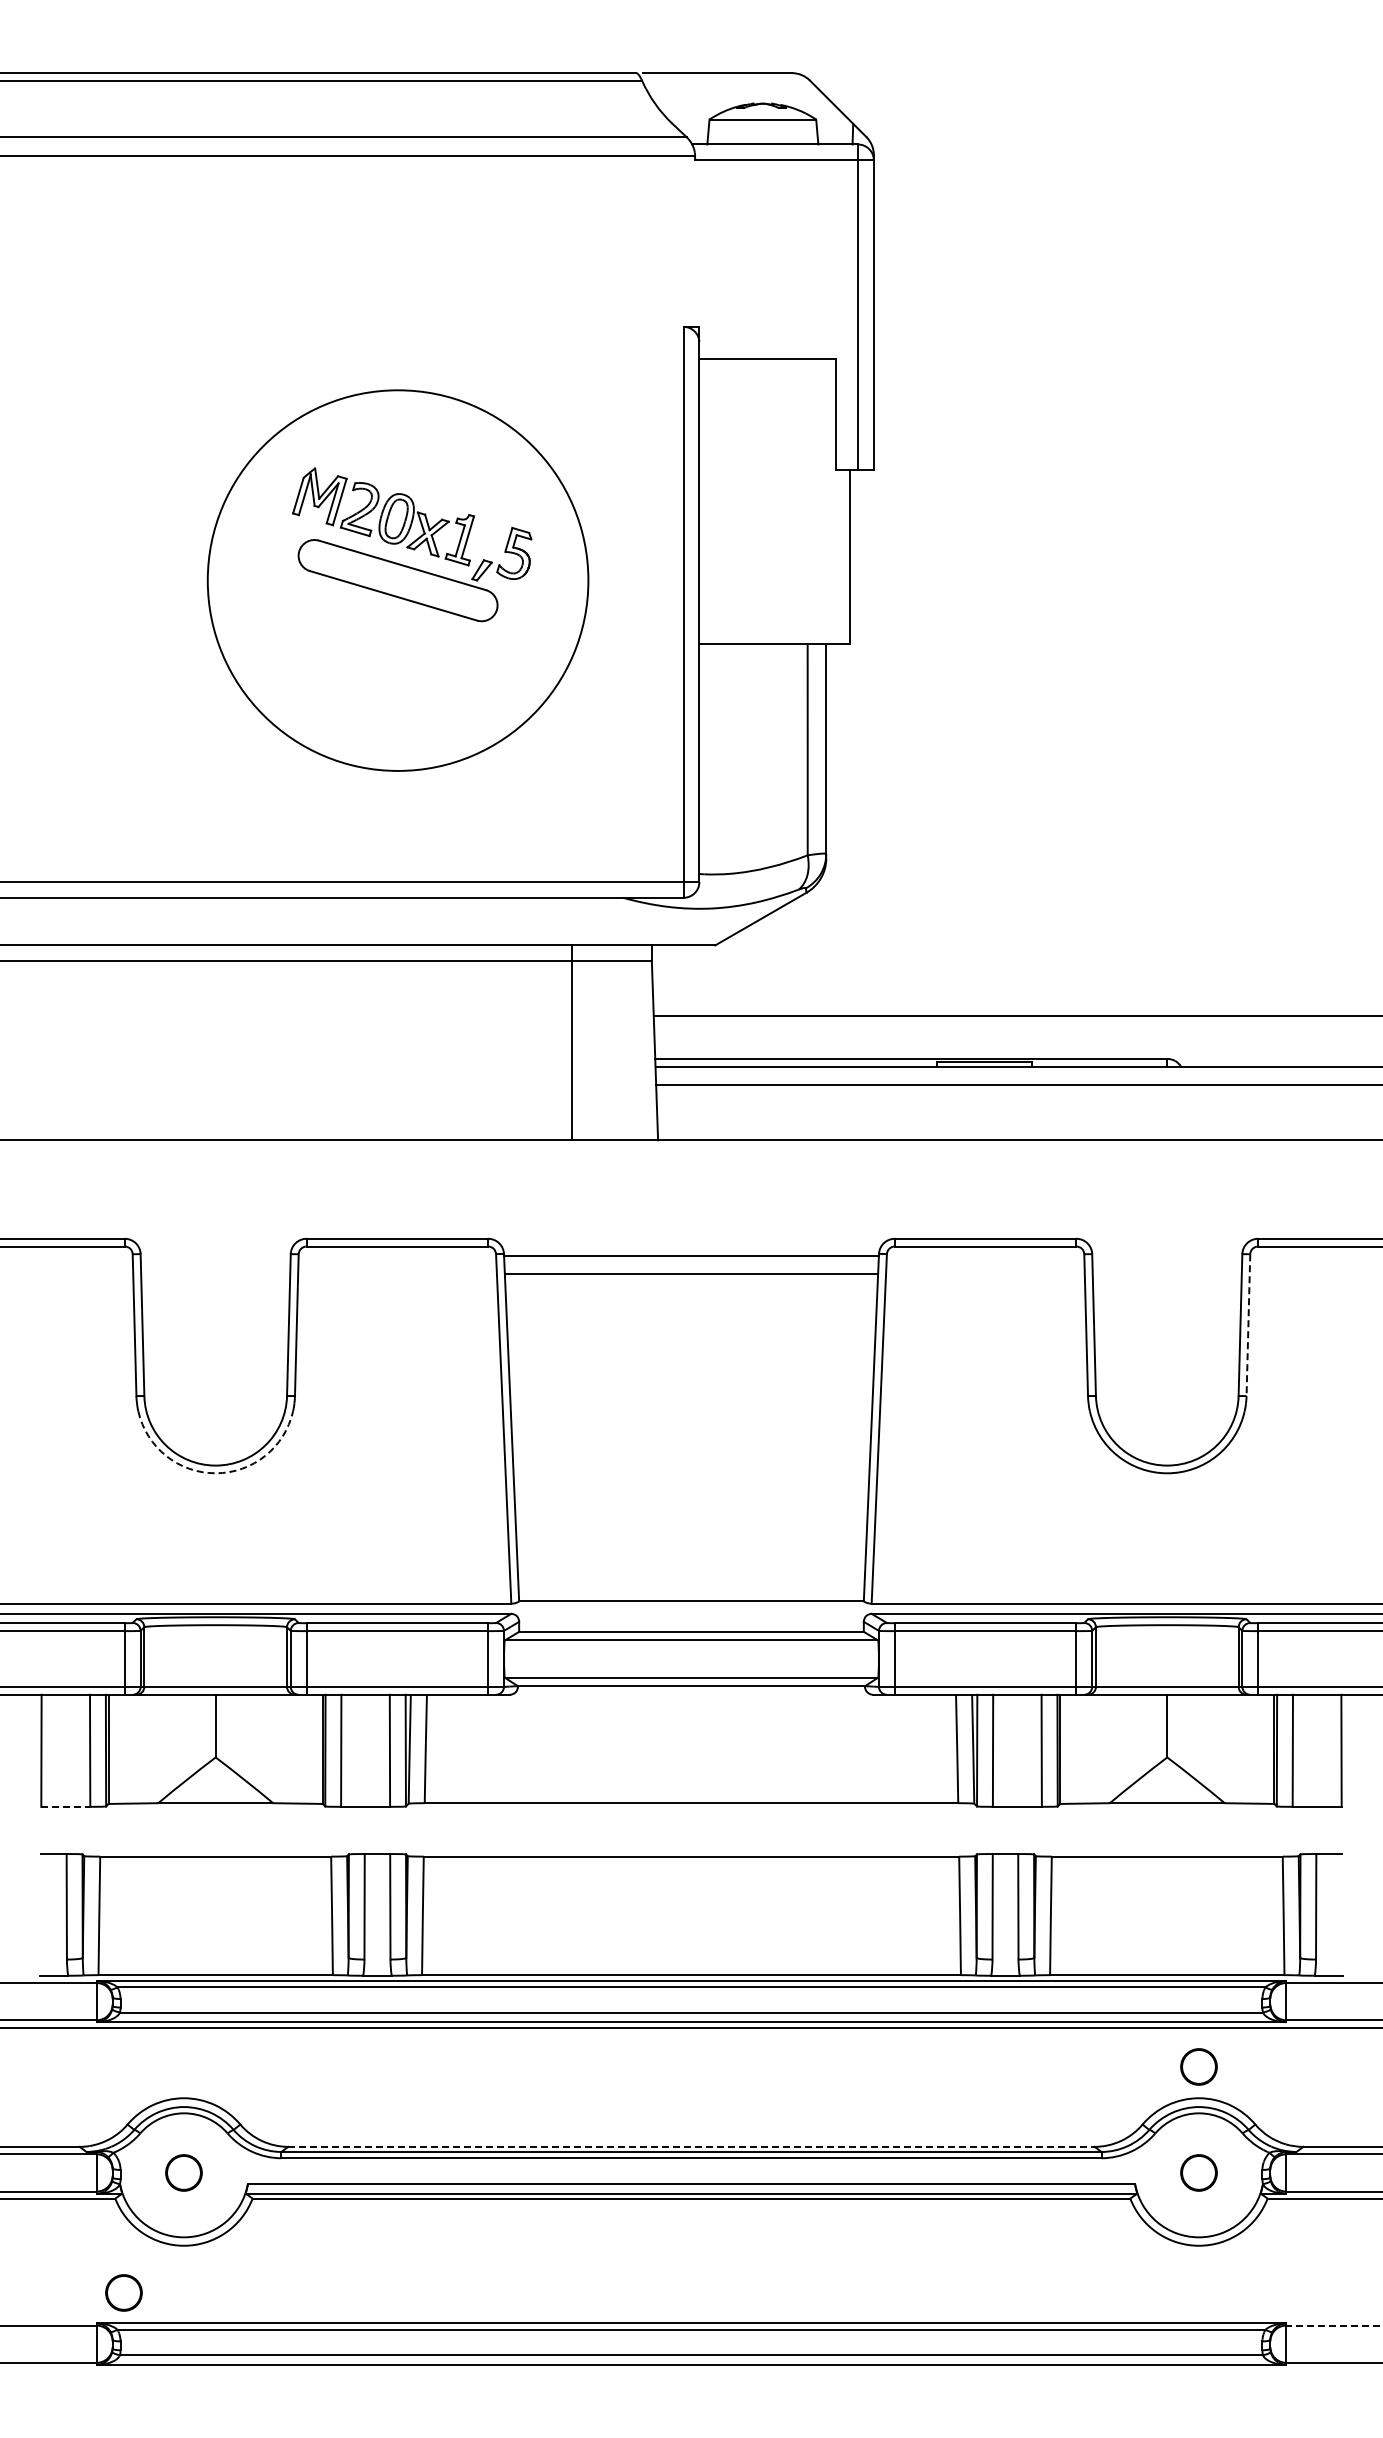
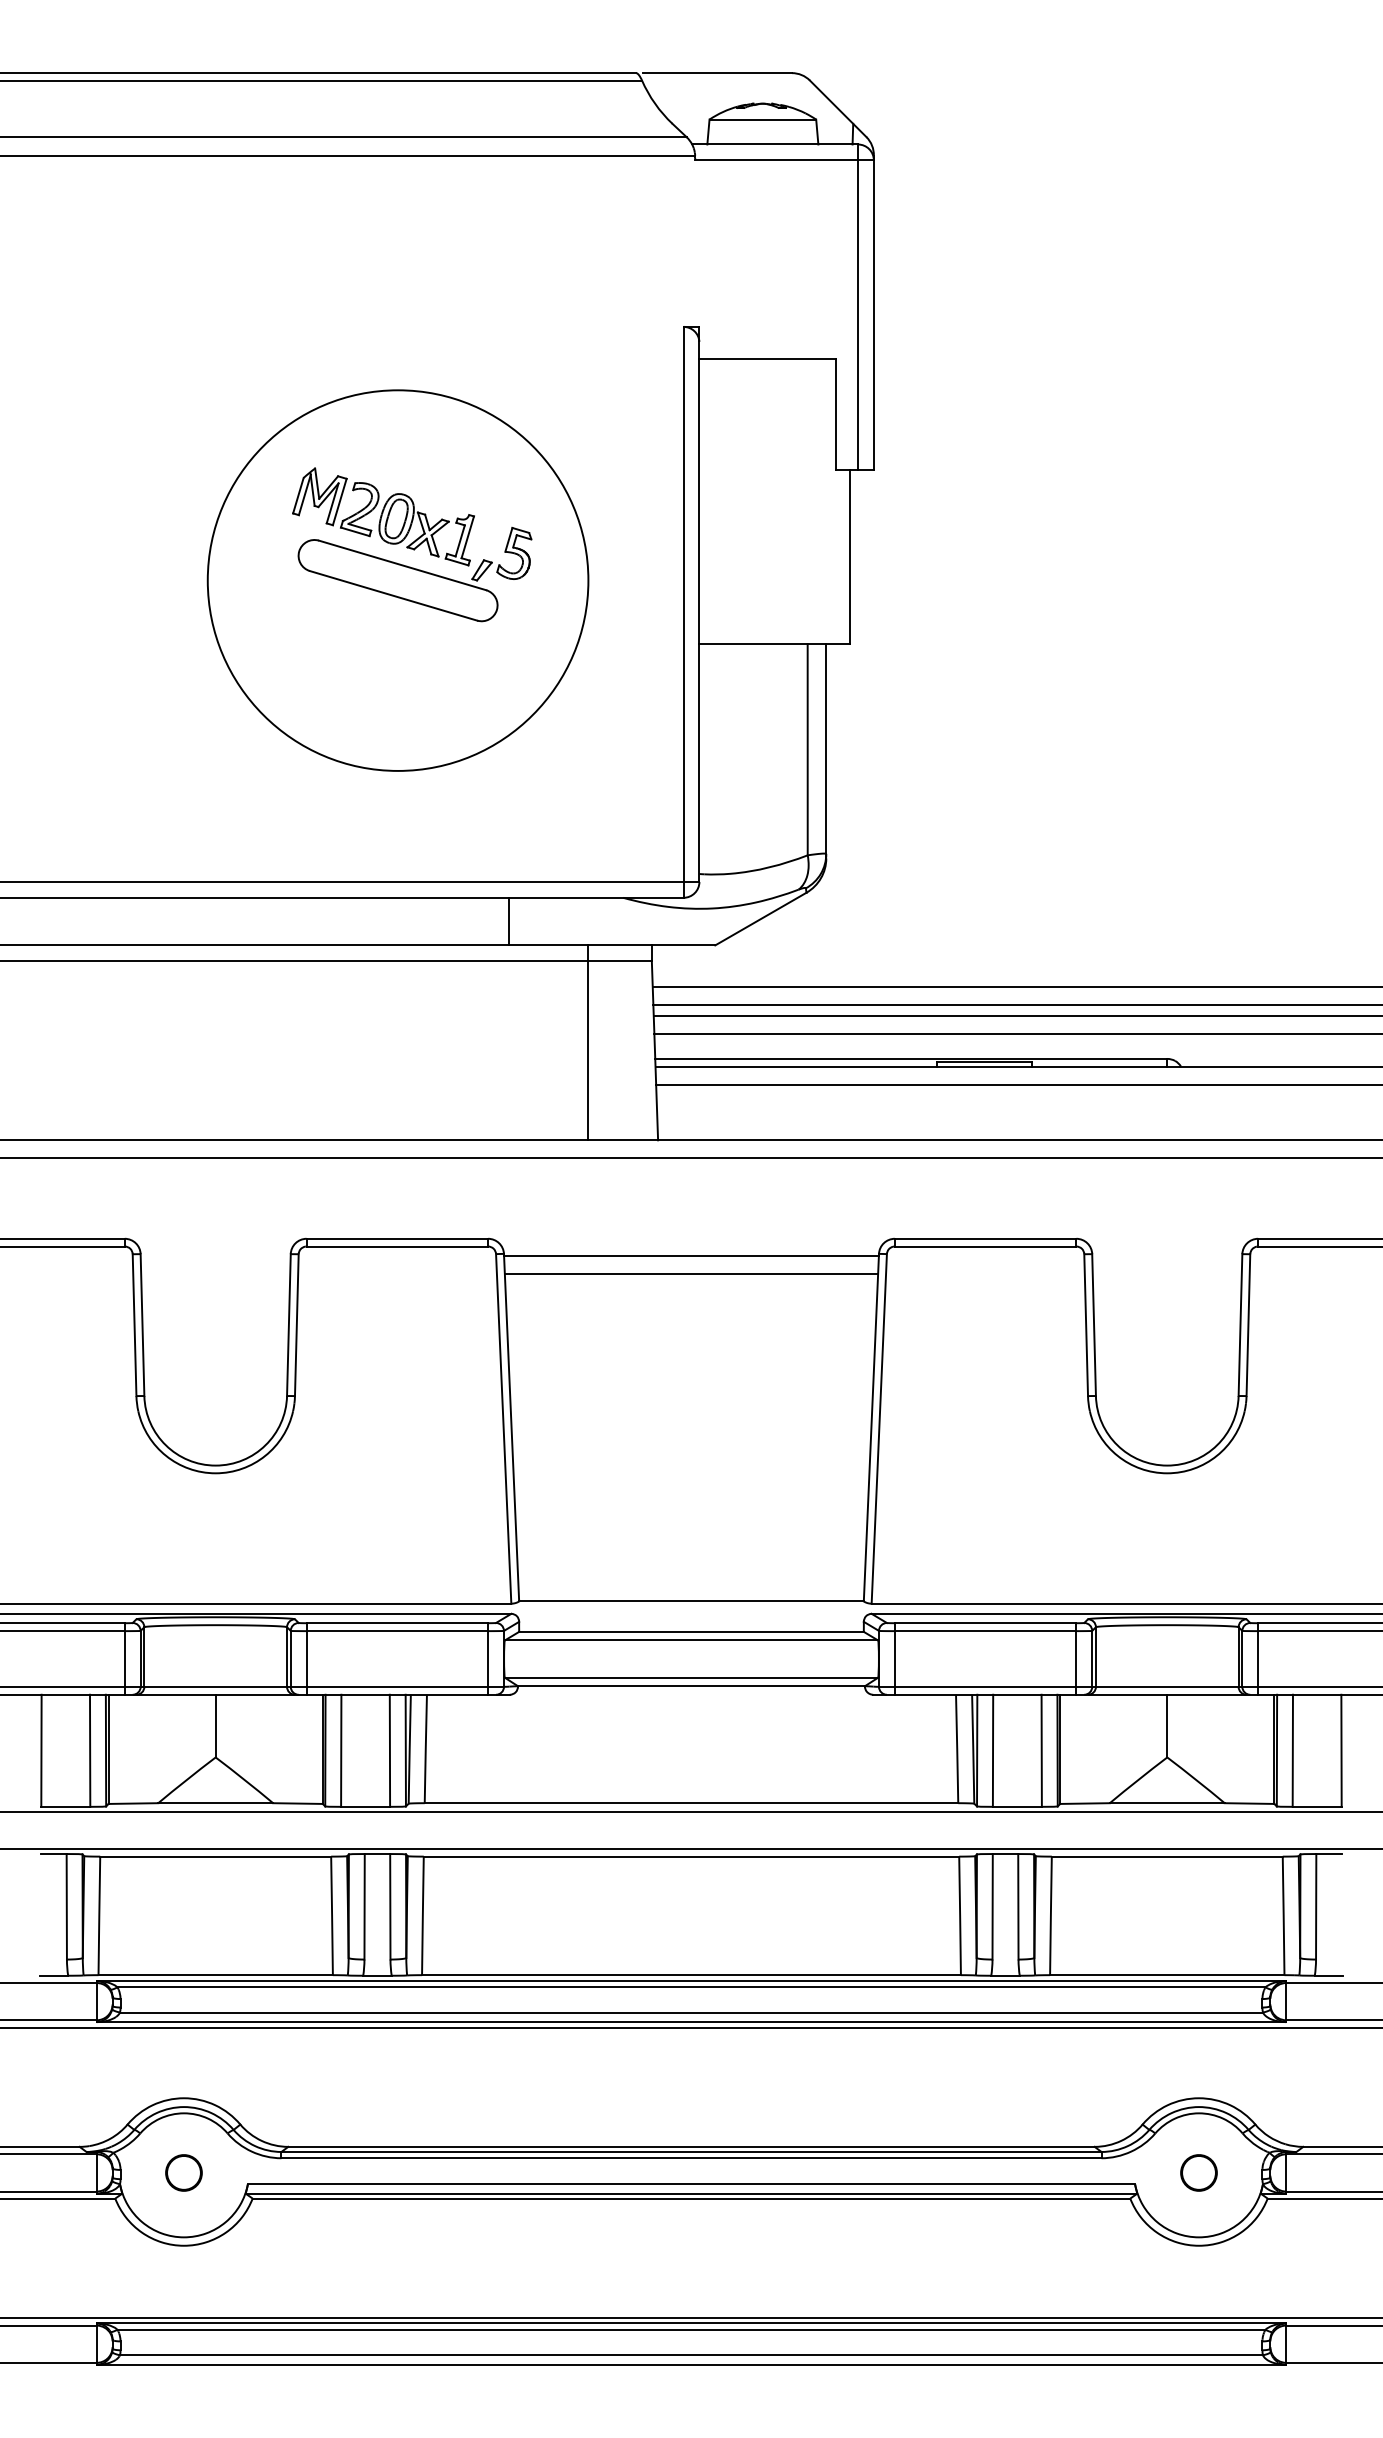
line at (509, 921): none -> present
line at (1015, 986): none -> present
line at (1016, 1004): none -> present
line at (1016, 1034): none -> present
line at (572, 1042) position: (572, 1042) -> (588, 1042)
line at (690, 1158): none -> present
line at (1248, 1325): dashed -> solid
arc at (215, 1473): dashed -> solid
line at (66, 1806): dashed -> solid
line at (690, 1811): none -> present
line at (690, 1849): none -> present
part at (1198, 2066): present -> none
line at (691, 2146): dashed -> solid
part at (123, 2292): present -> none
line at (690, 2318): none -> present
line at (1334, 2325): dashed -> solid
